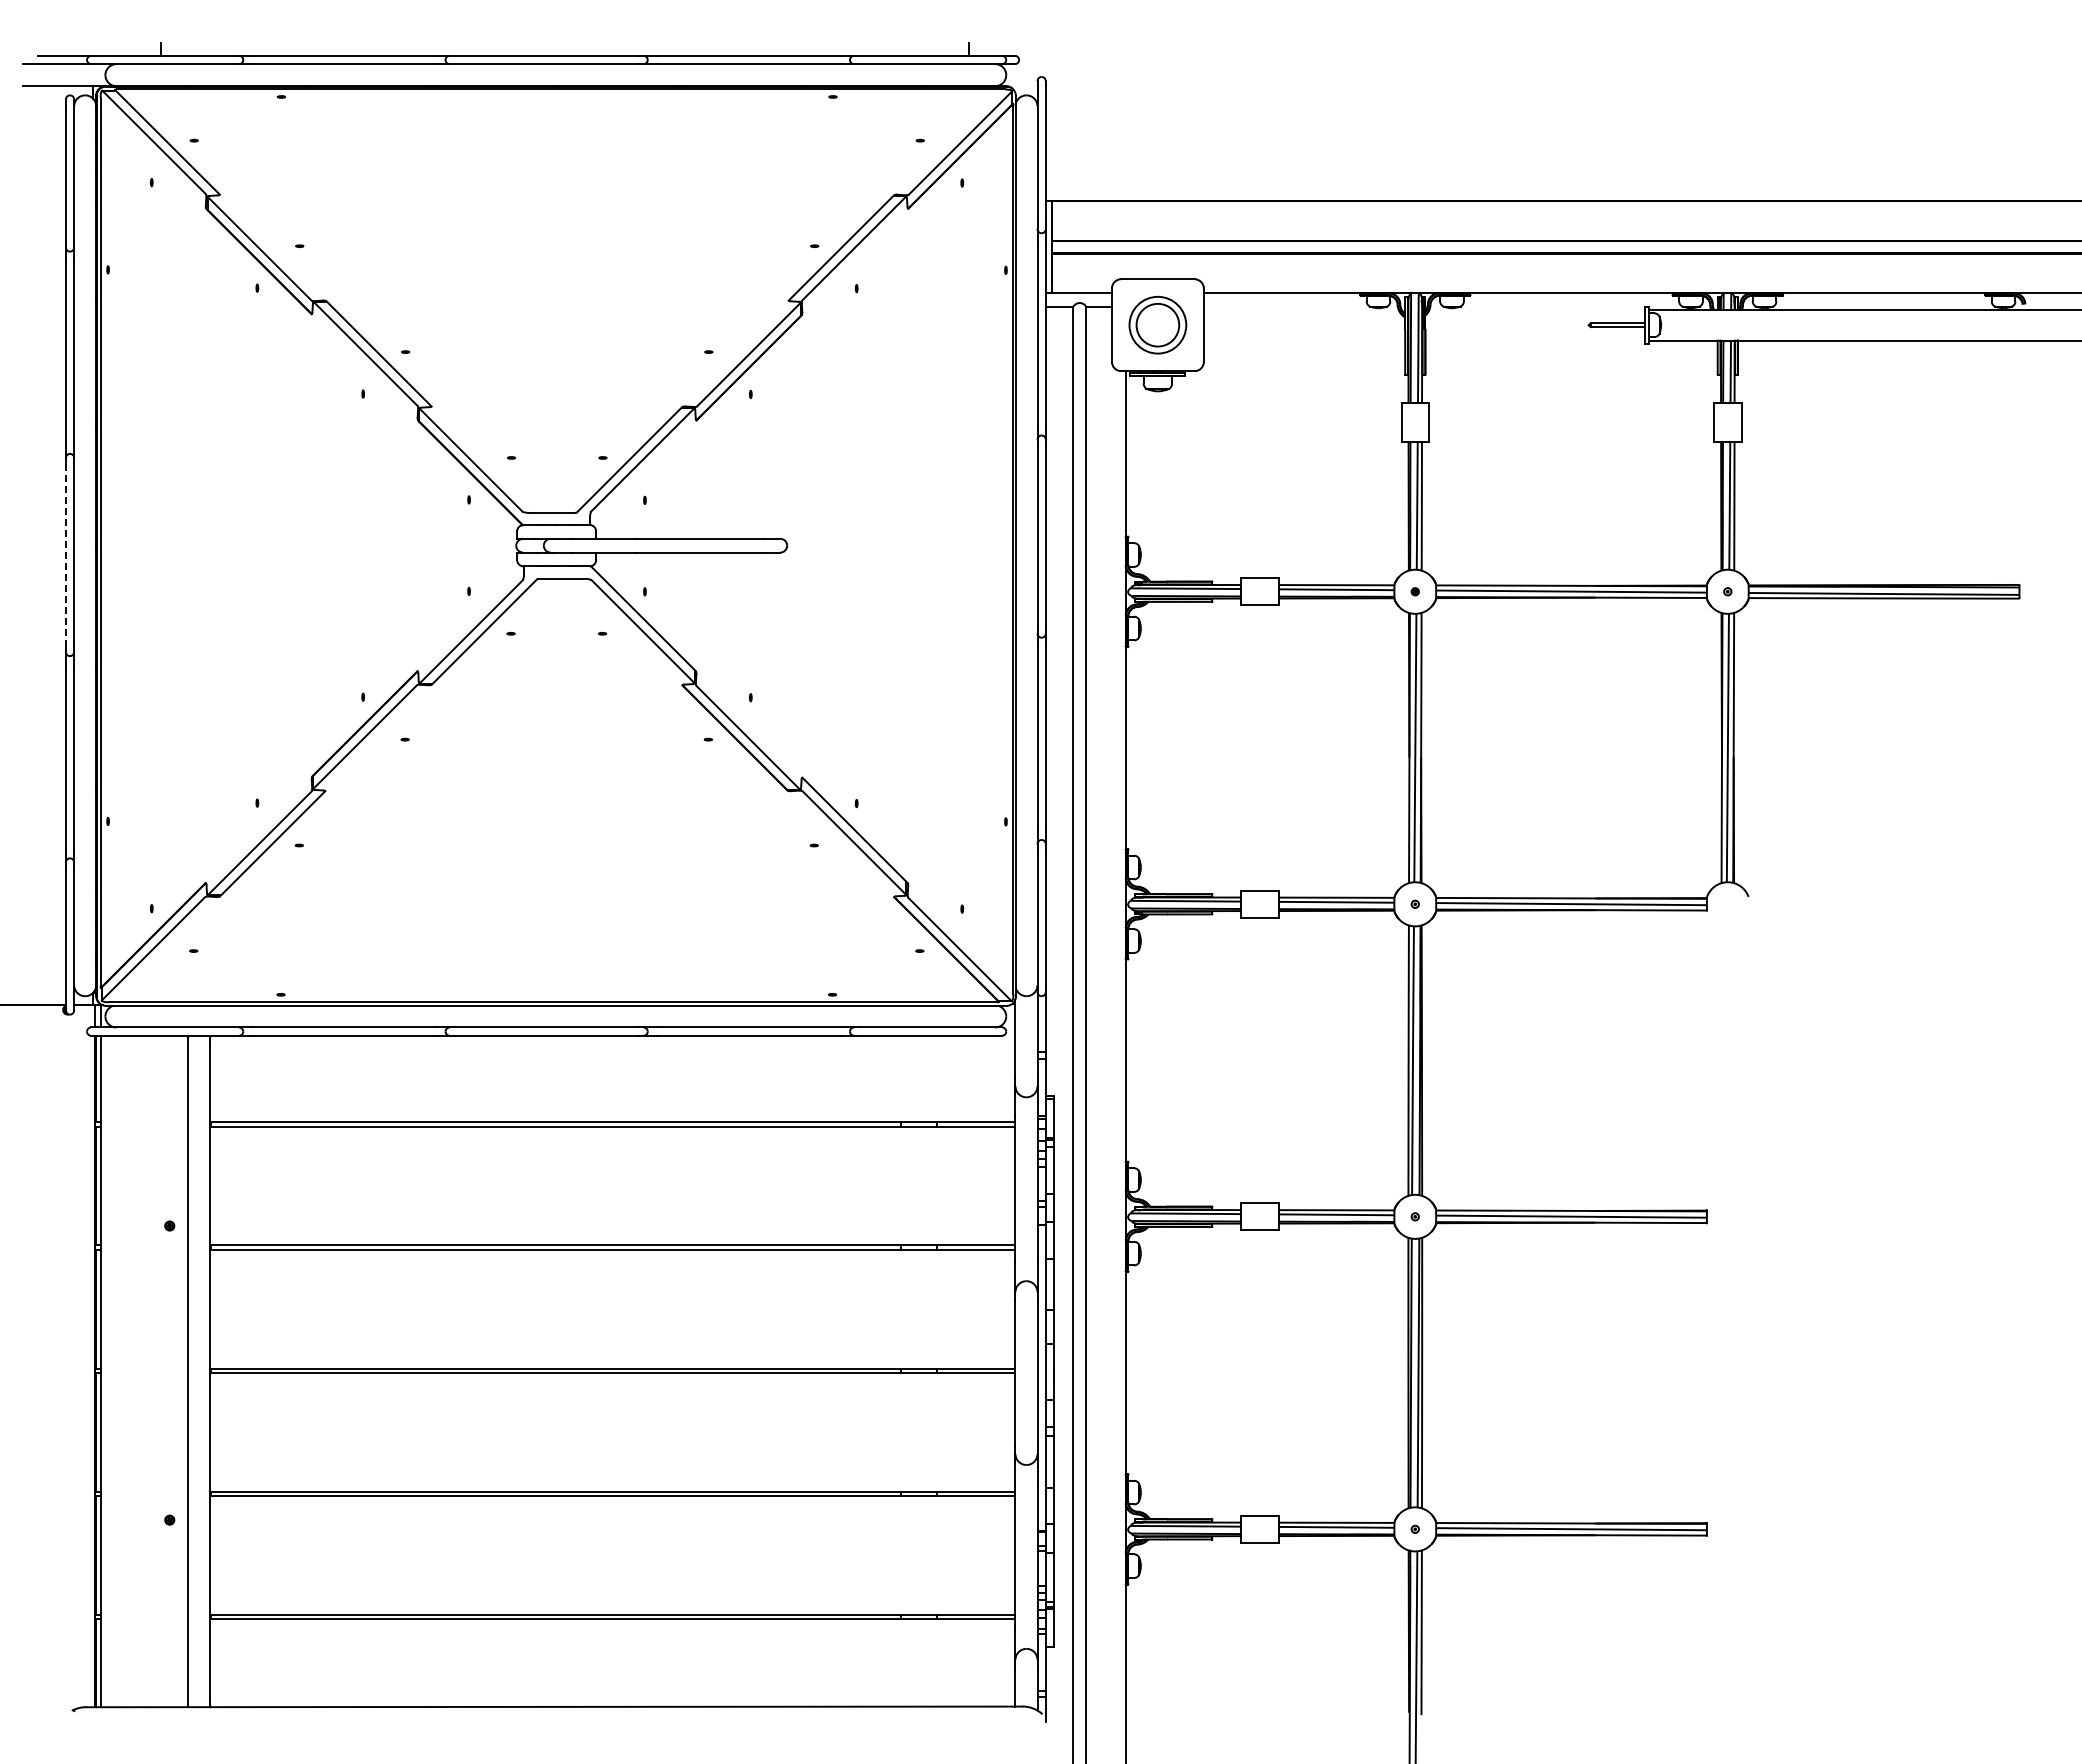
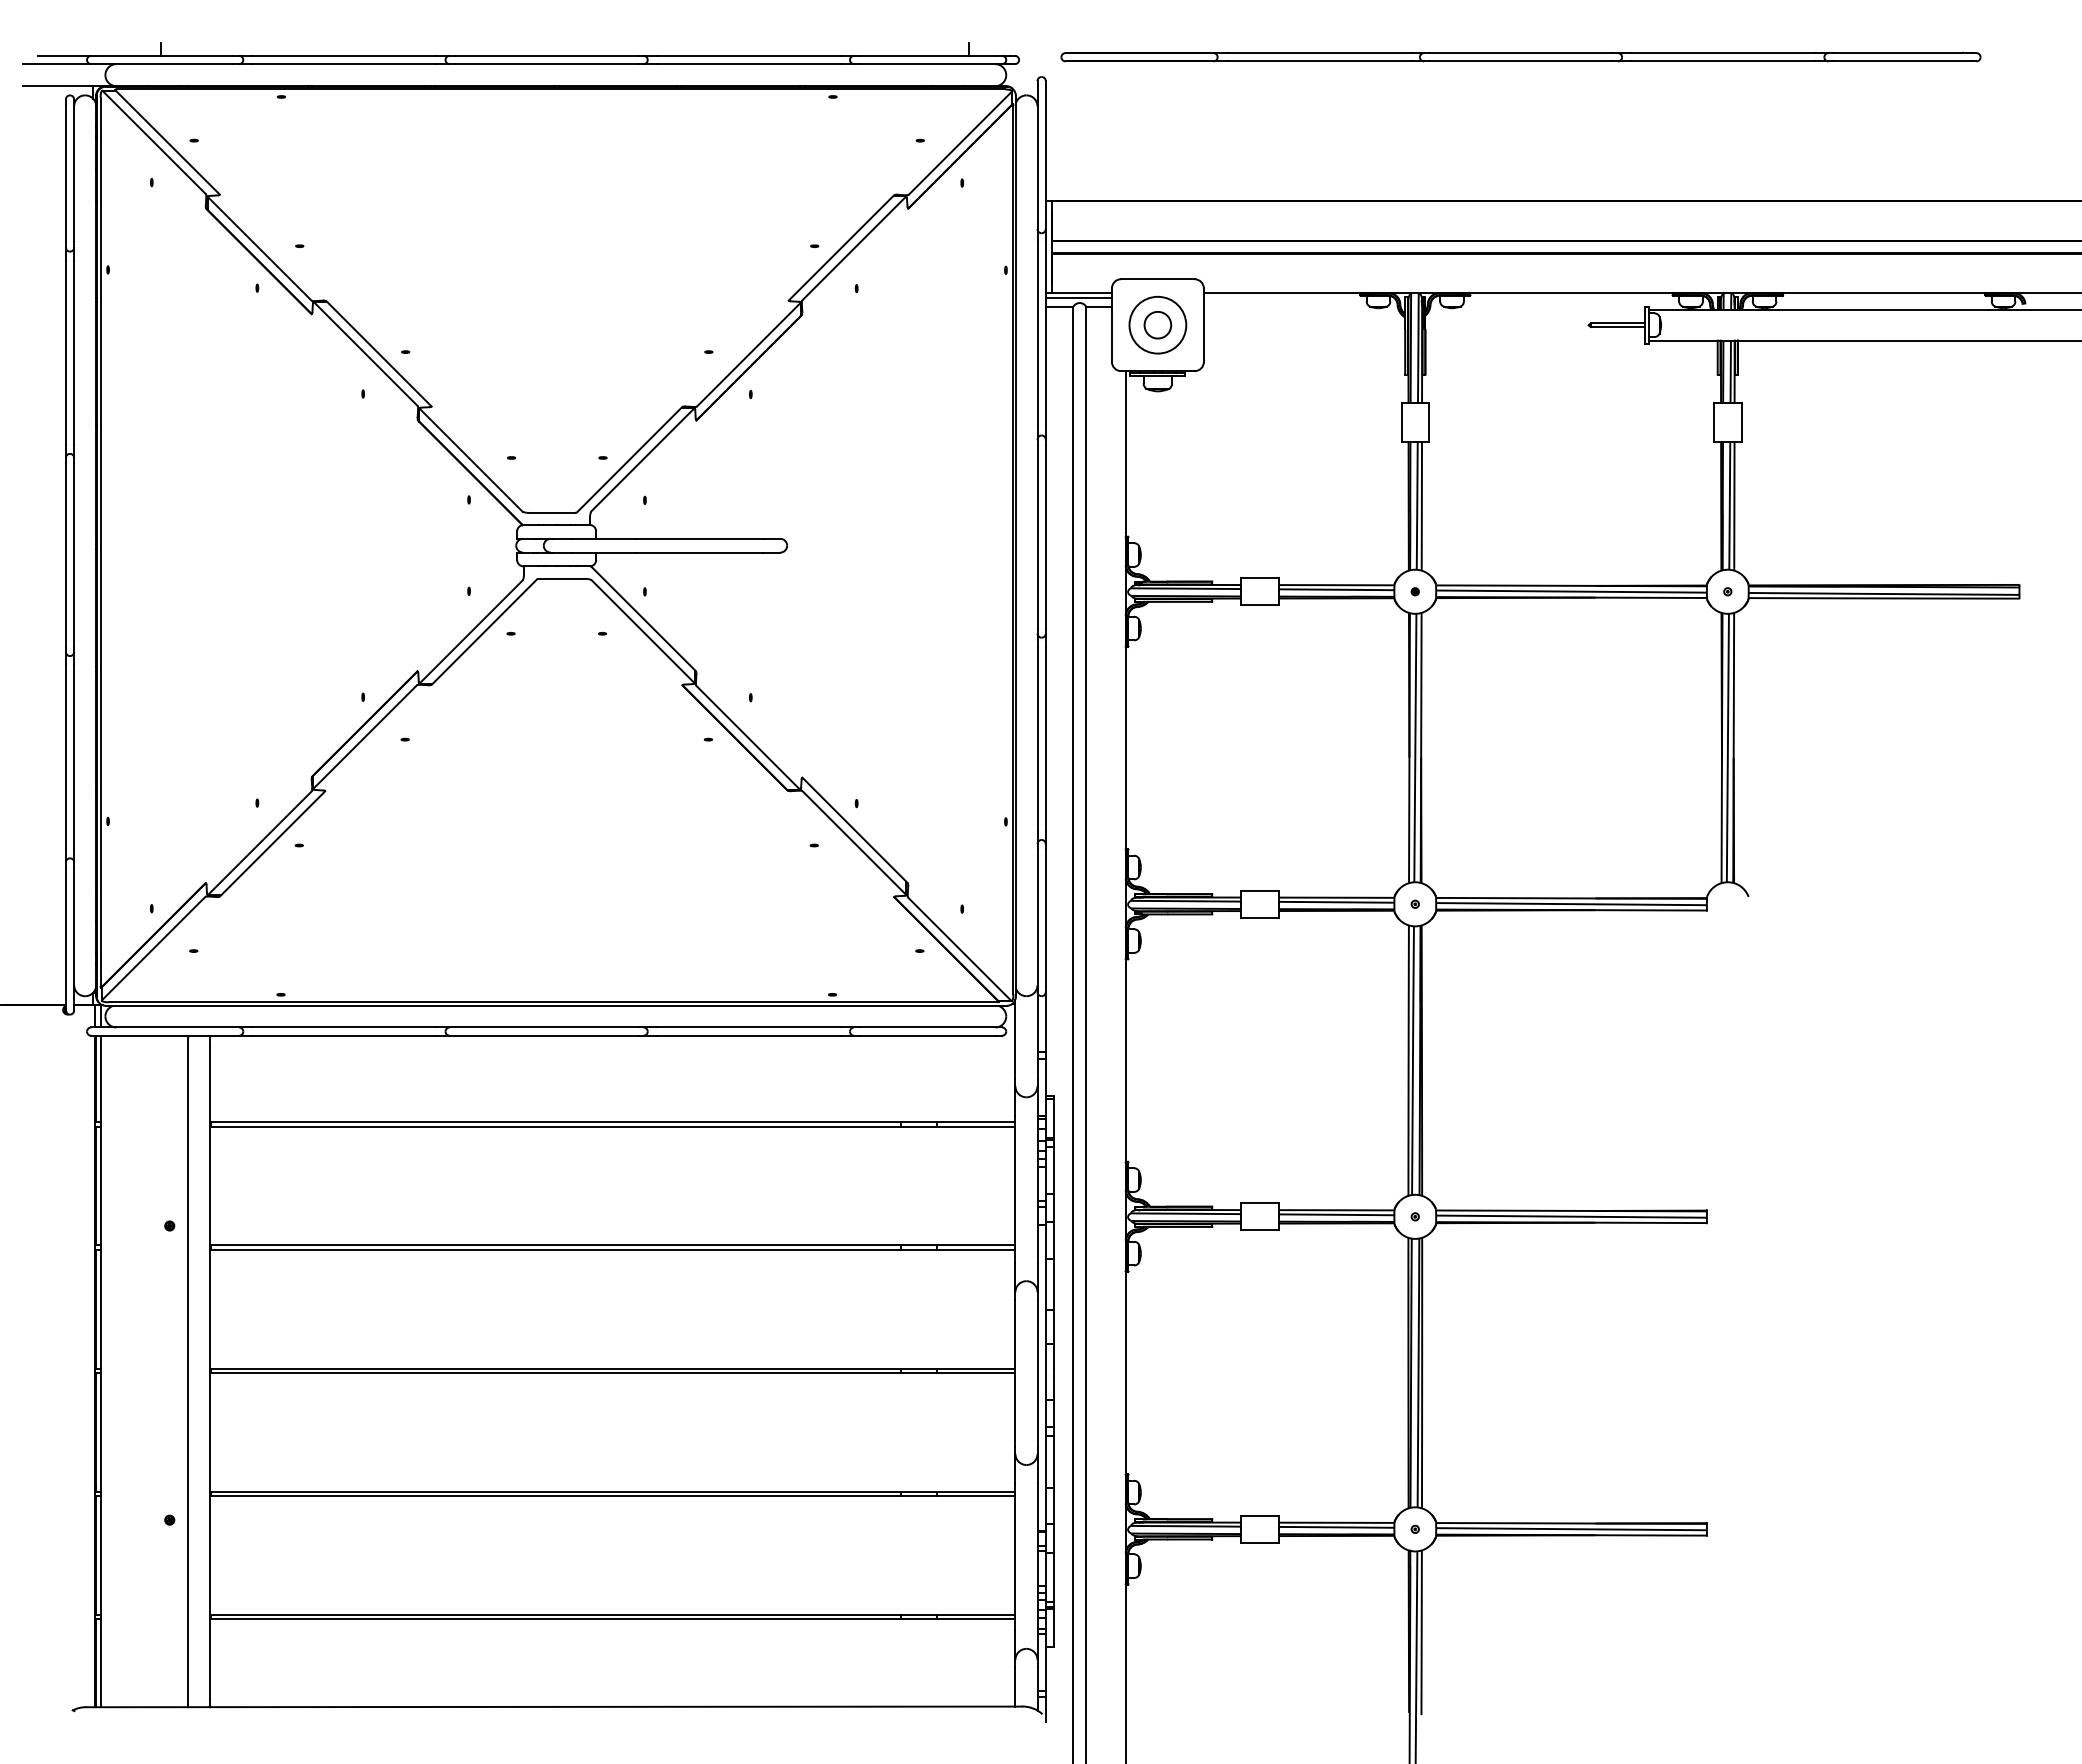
part at (1520, 56): none -> present
line at (1078, 297): none -> present
circle at (1157, 324) diameter: 43 px -> 27 px
line at (65, 554): dashed -> solid
